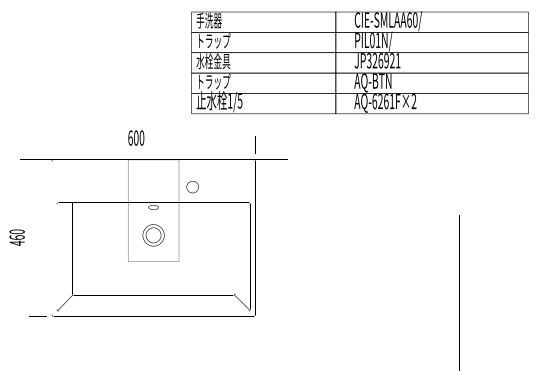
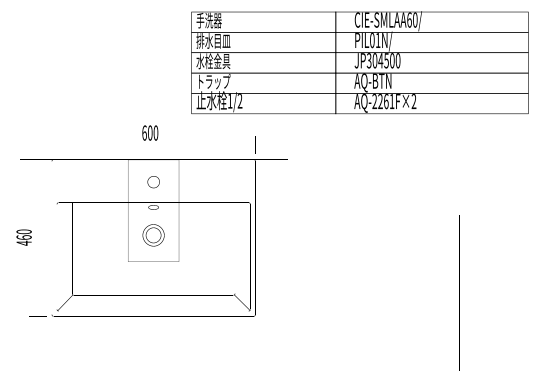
text at (213, 40): トラップ -> 排水目皿
text at (386, 60): JP326921 -> JP304500
text at (239, 101): 1/5 -> 1/2
text at (374, 101): AQ-6261F×2 -> AQ-2261F×2
text at (136, 137) position: (136, 137) -> (150, 132)
part at (192, 187) position: (192, 187) -> (153, 182)
text at (16, 237) position: (16, 237) -> (23, 237)
